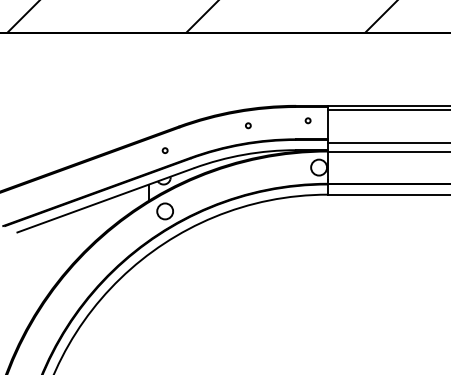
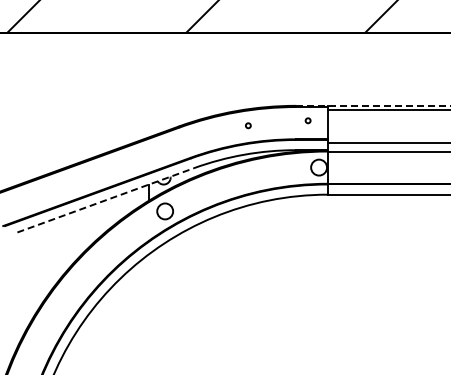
line at (373, 105): solid -> dashed
circle at (164, 150): present -> none
line at (105, 200): solid -> dashed
